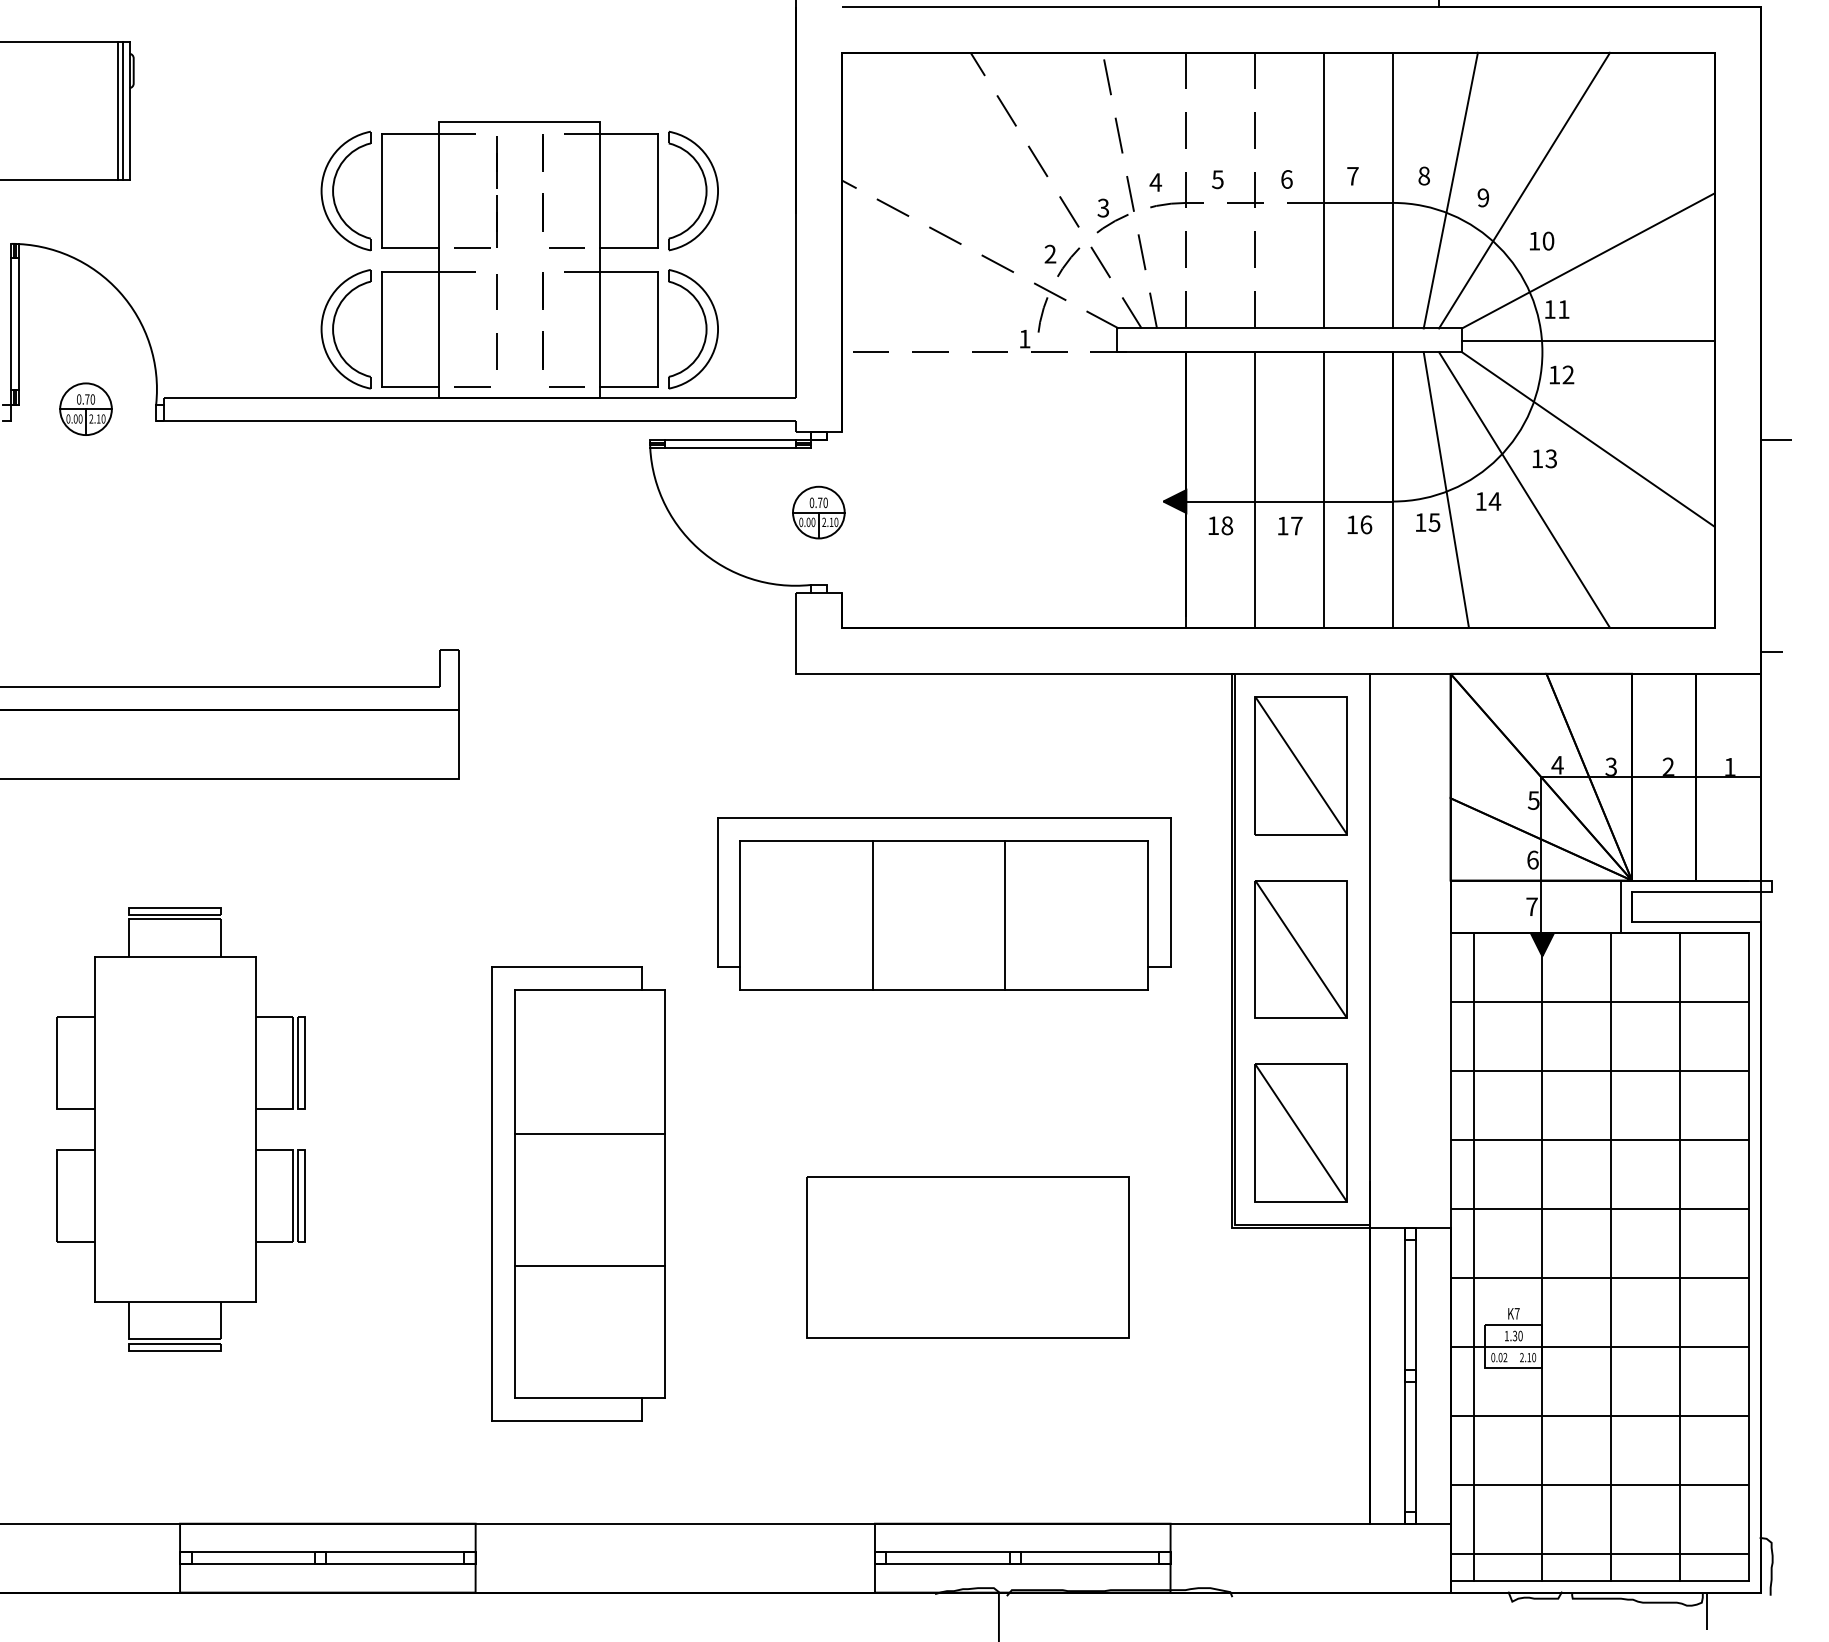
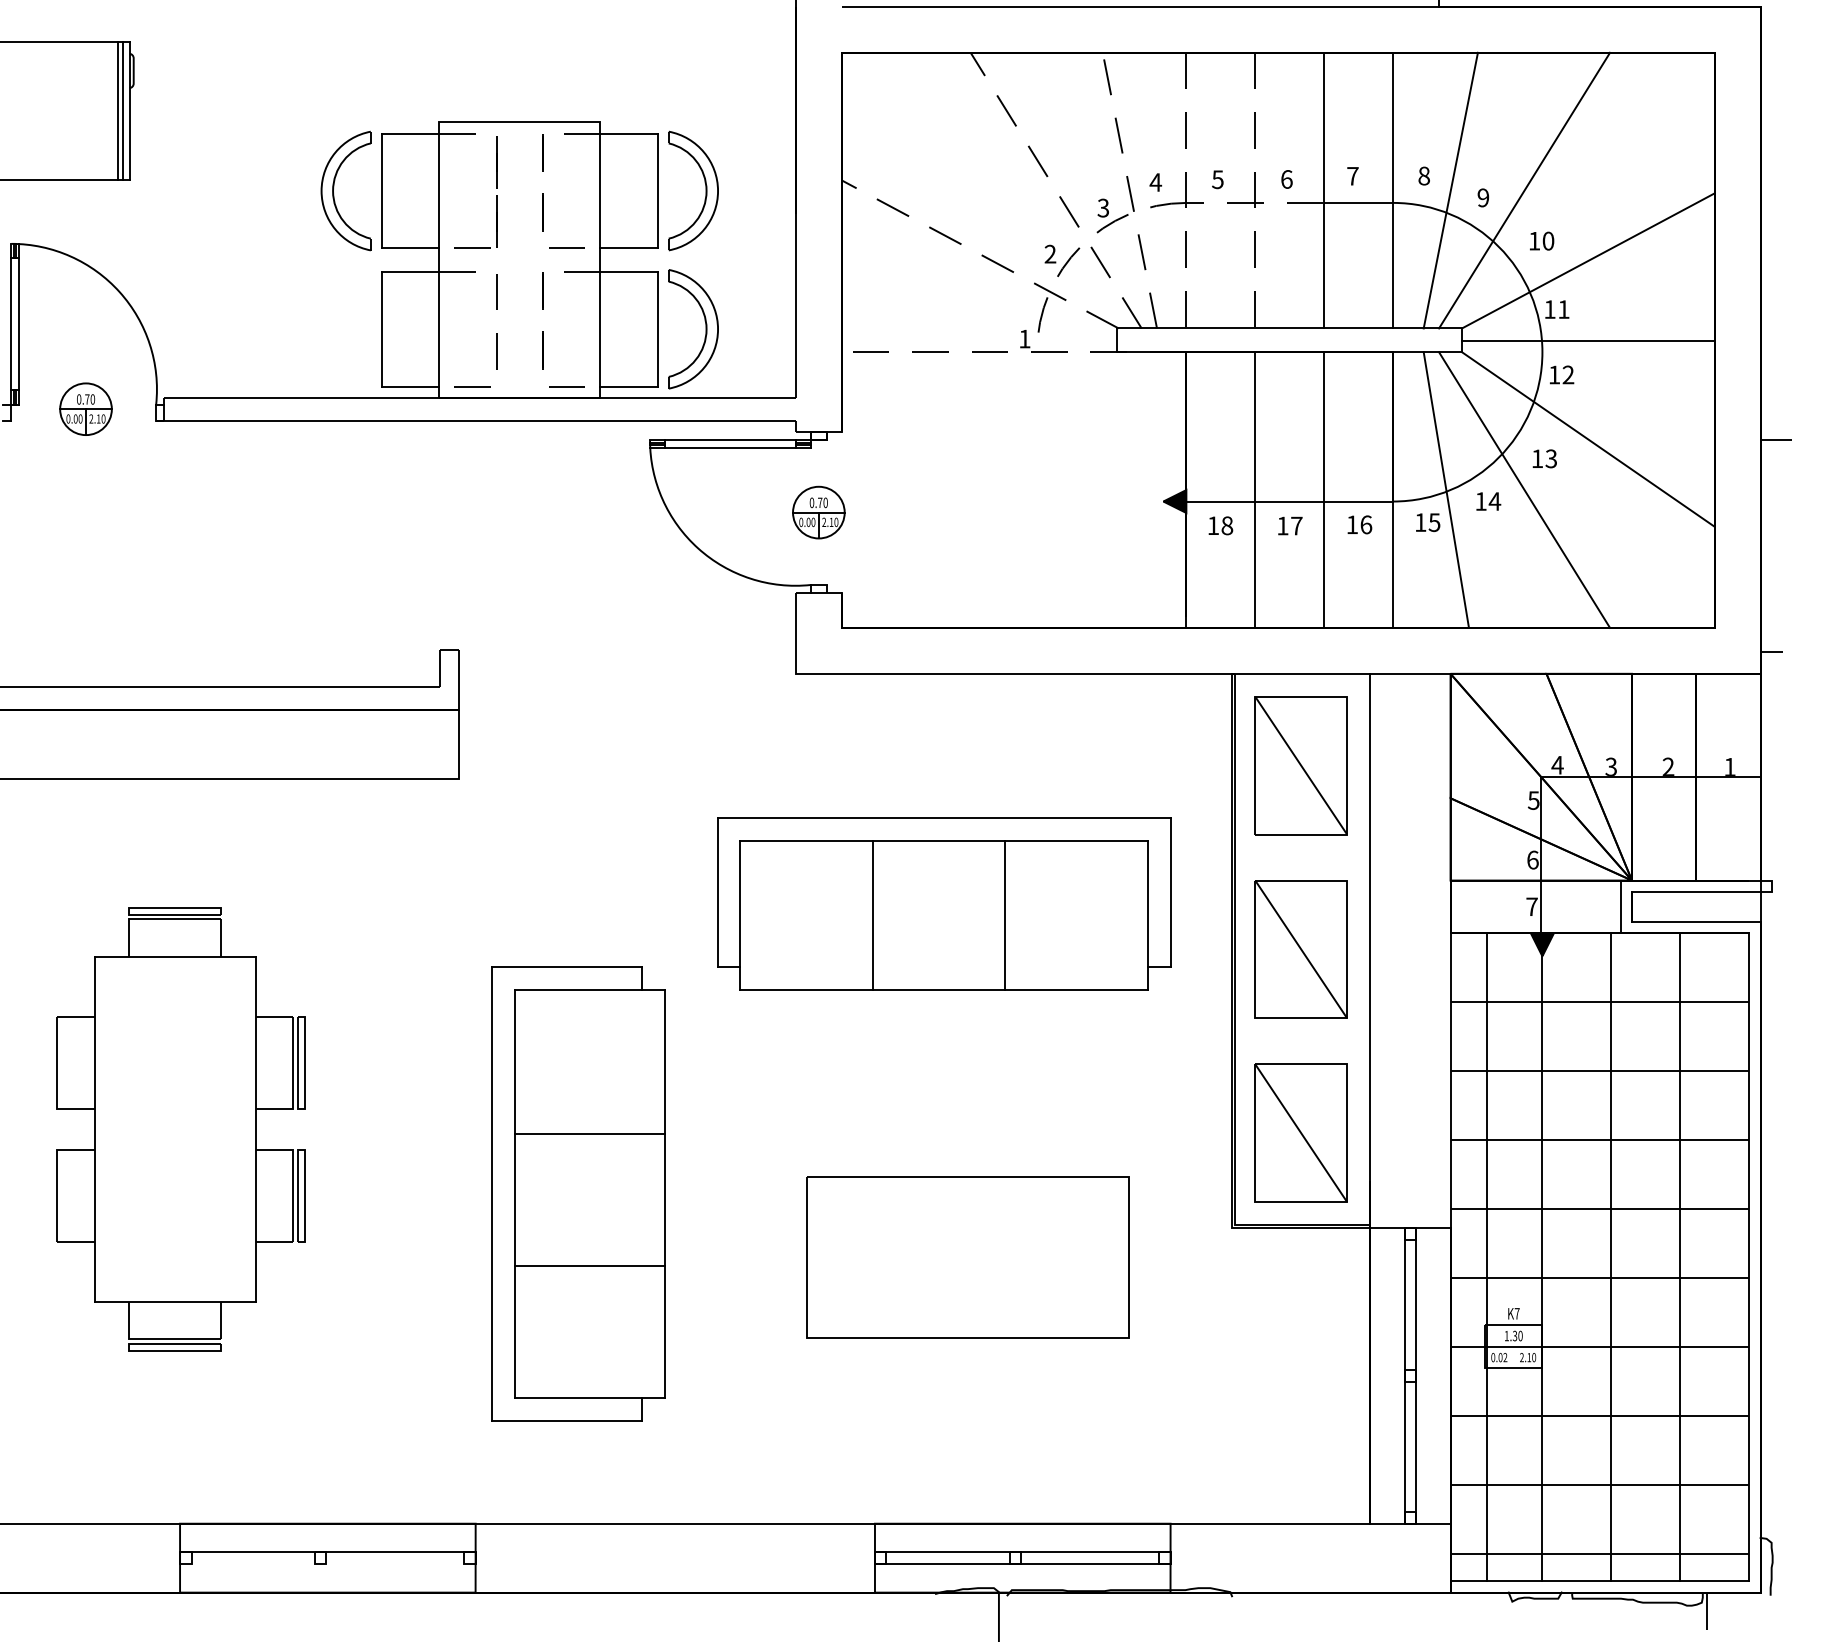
part at (334, 332): present -> none
line at (1473, 1257) position: (1473, 1257) -> (1486, 1257)
line at (327, 1563): present -> none
